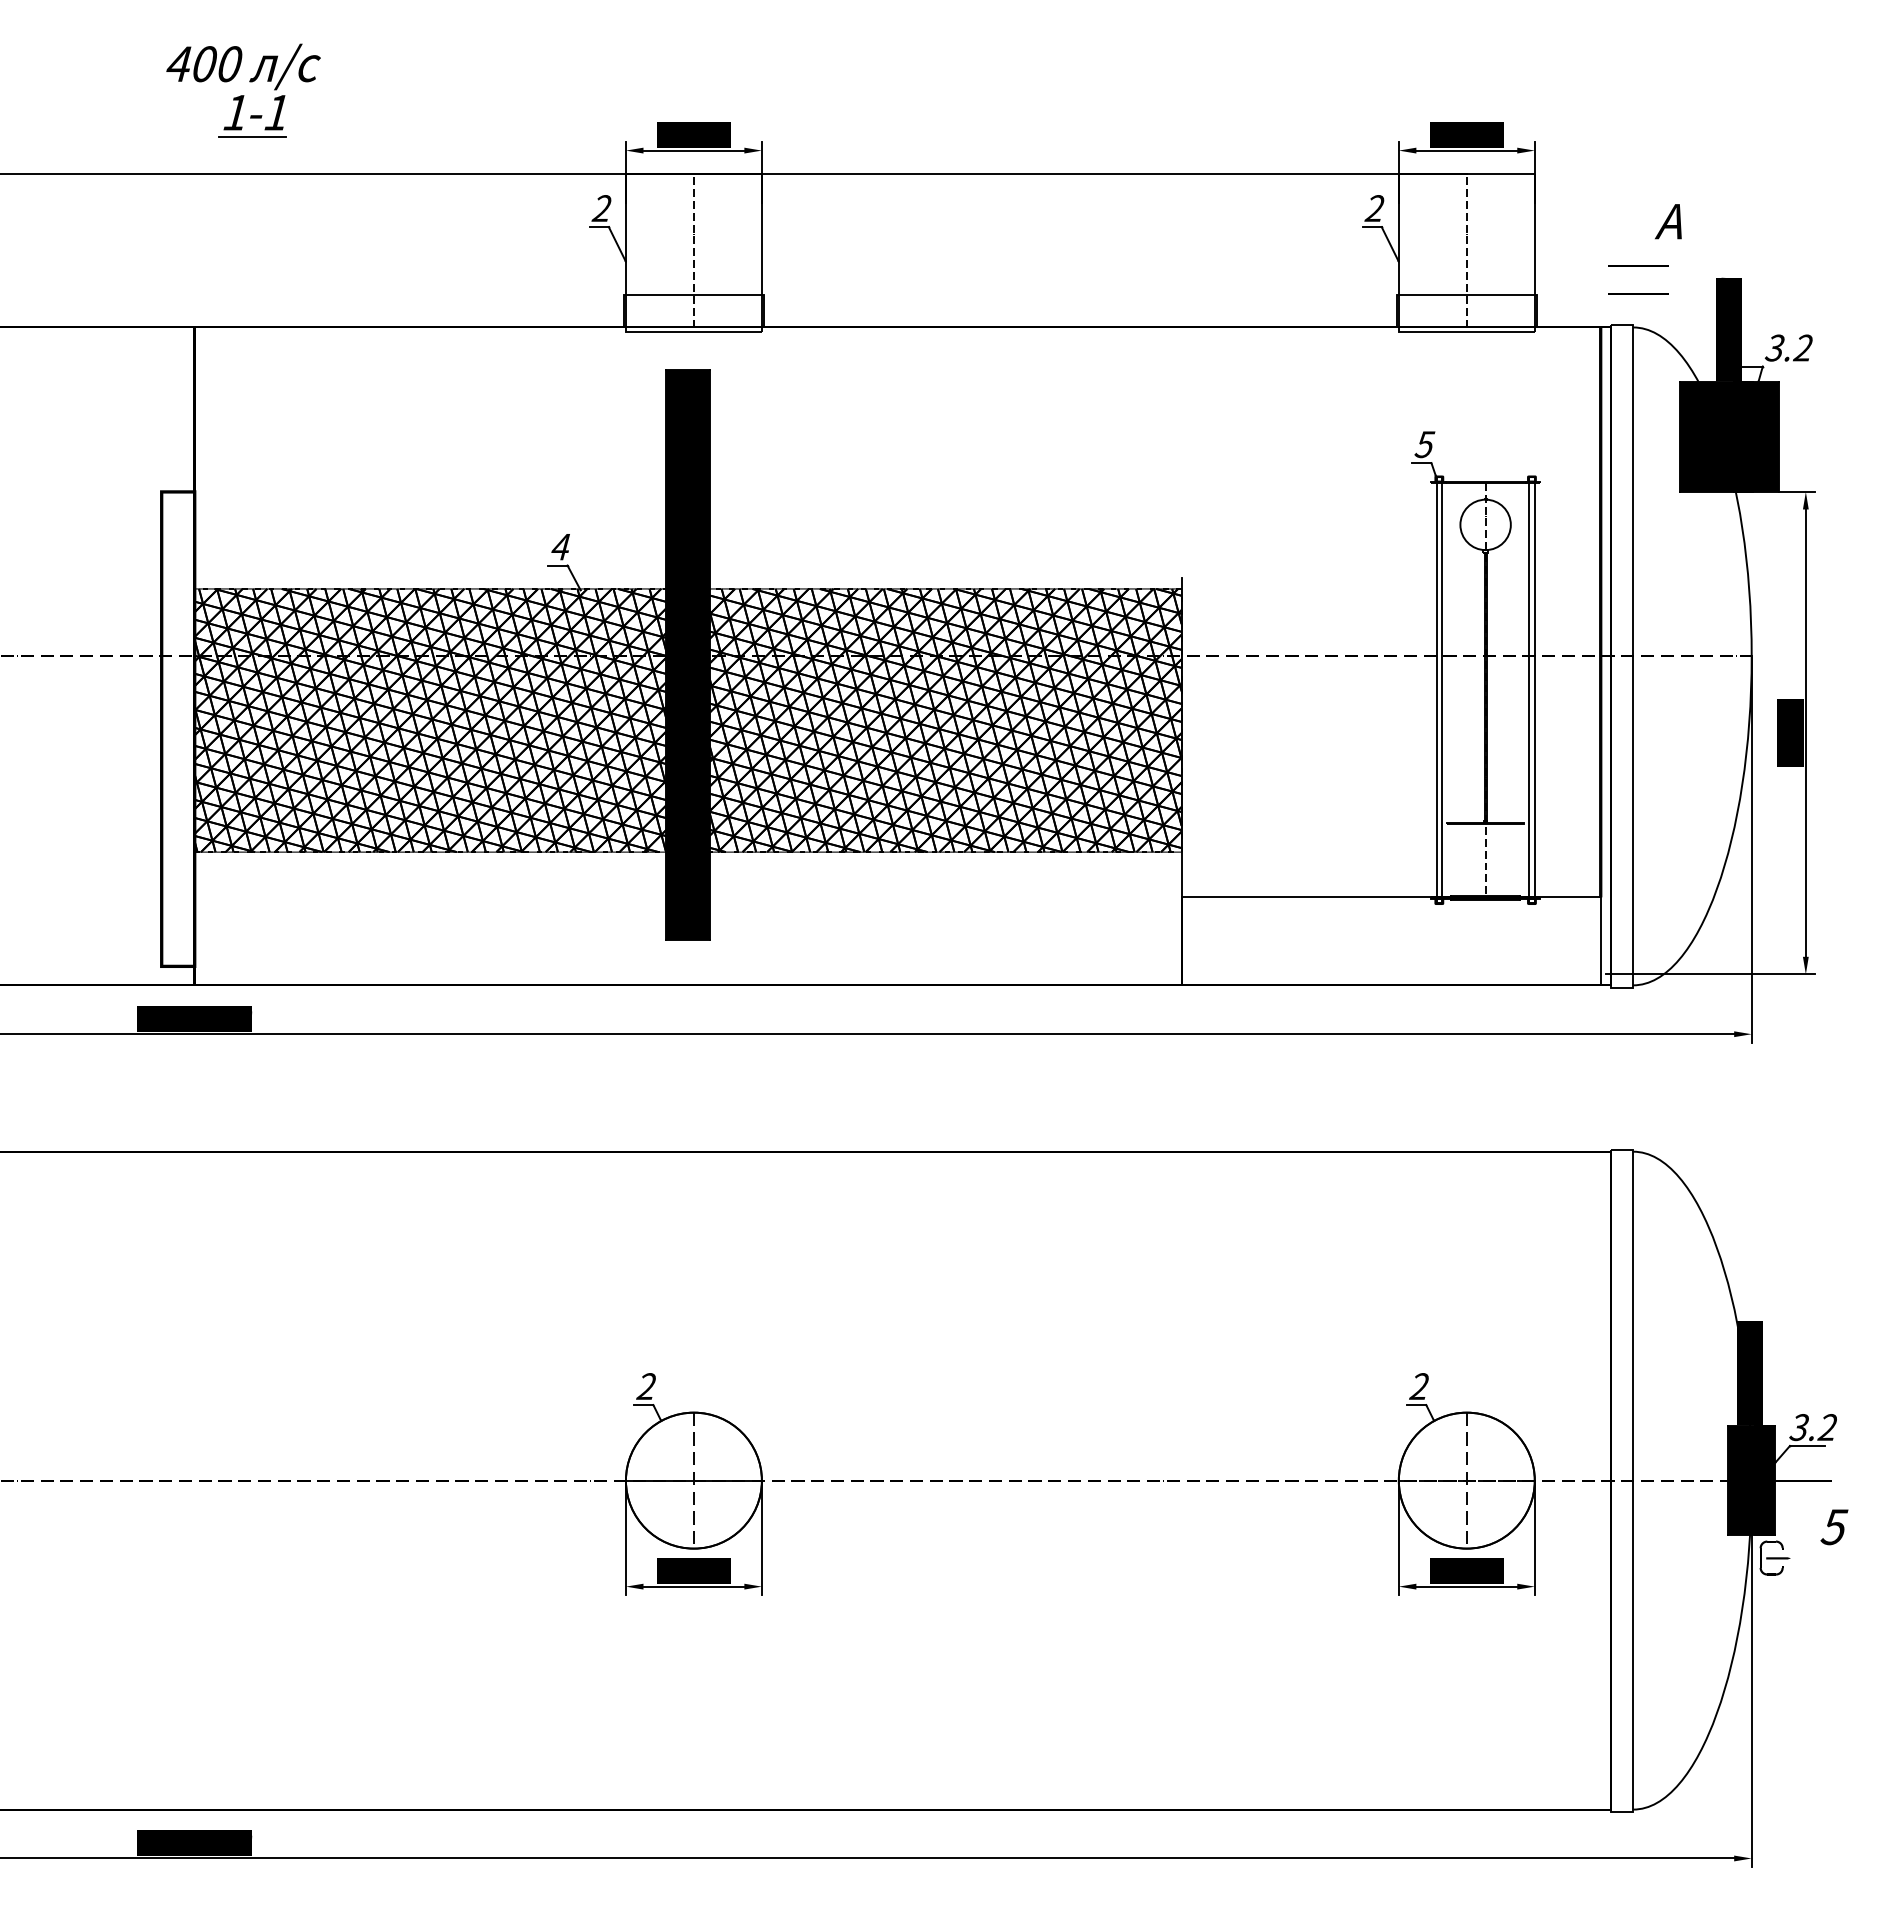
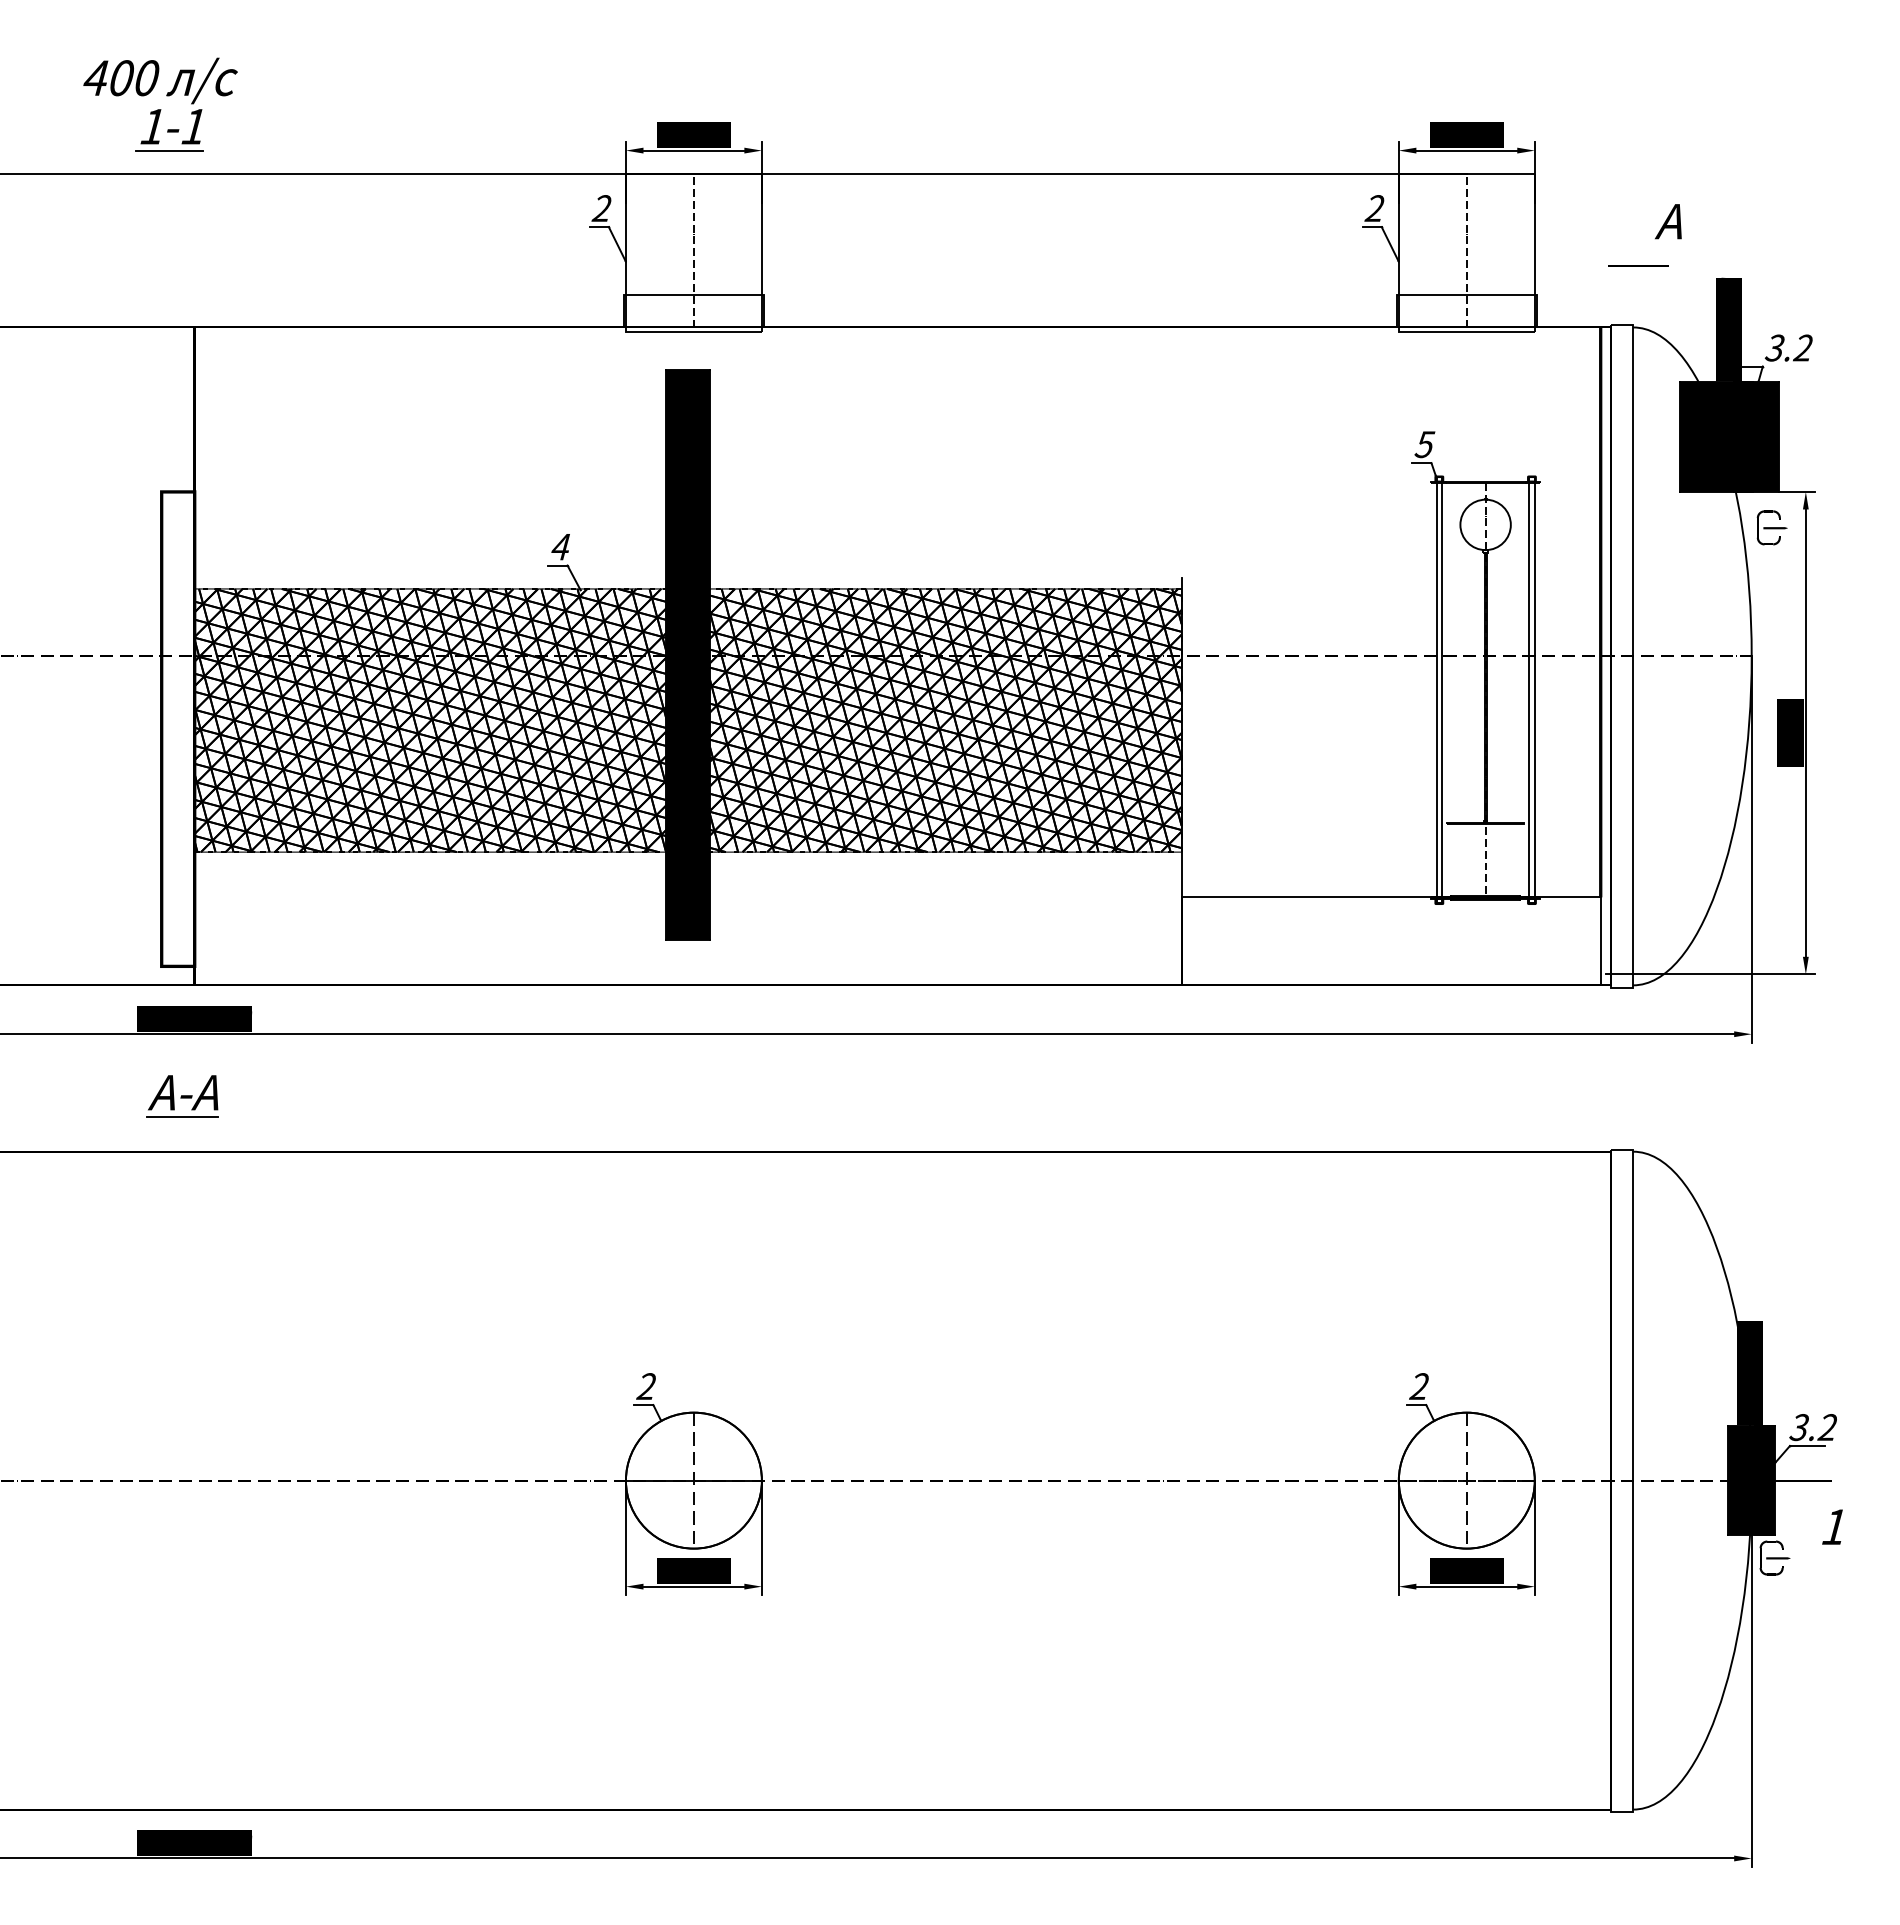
part at (243, 90) position: (243, 90) -> (160, 104)
line at (1638, 293): present -> none
part at (1771, 527): none -> present
part at (182, 1096): none -> present
text at (1834, 1527): 5 -> 1
